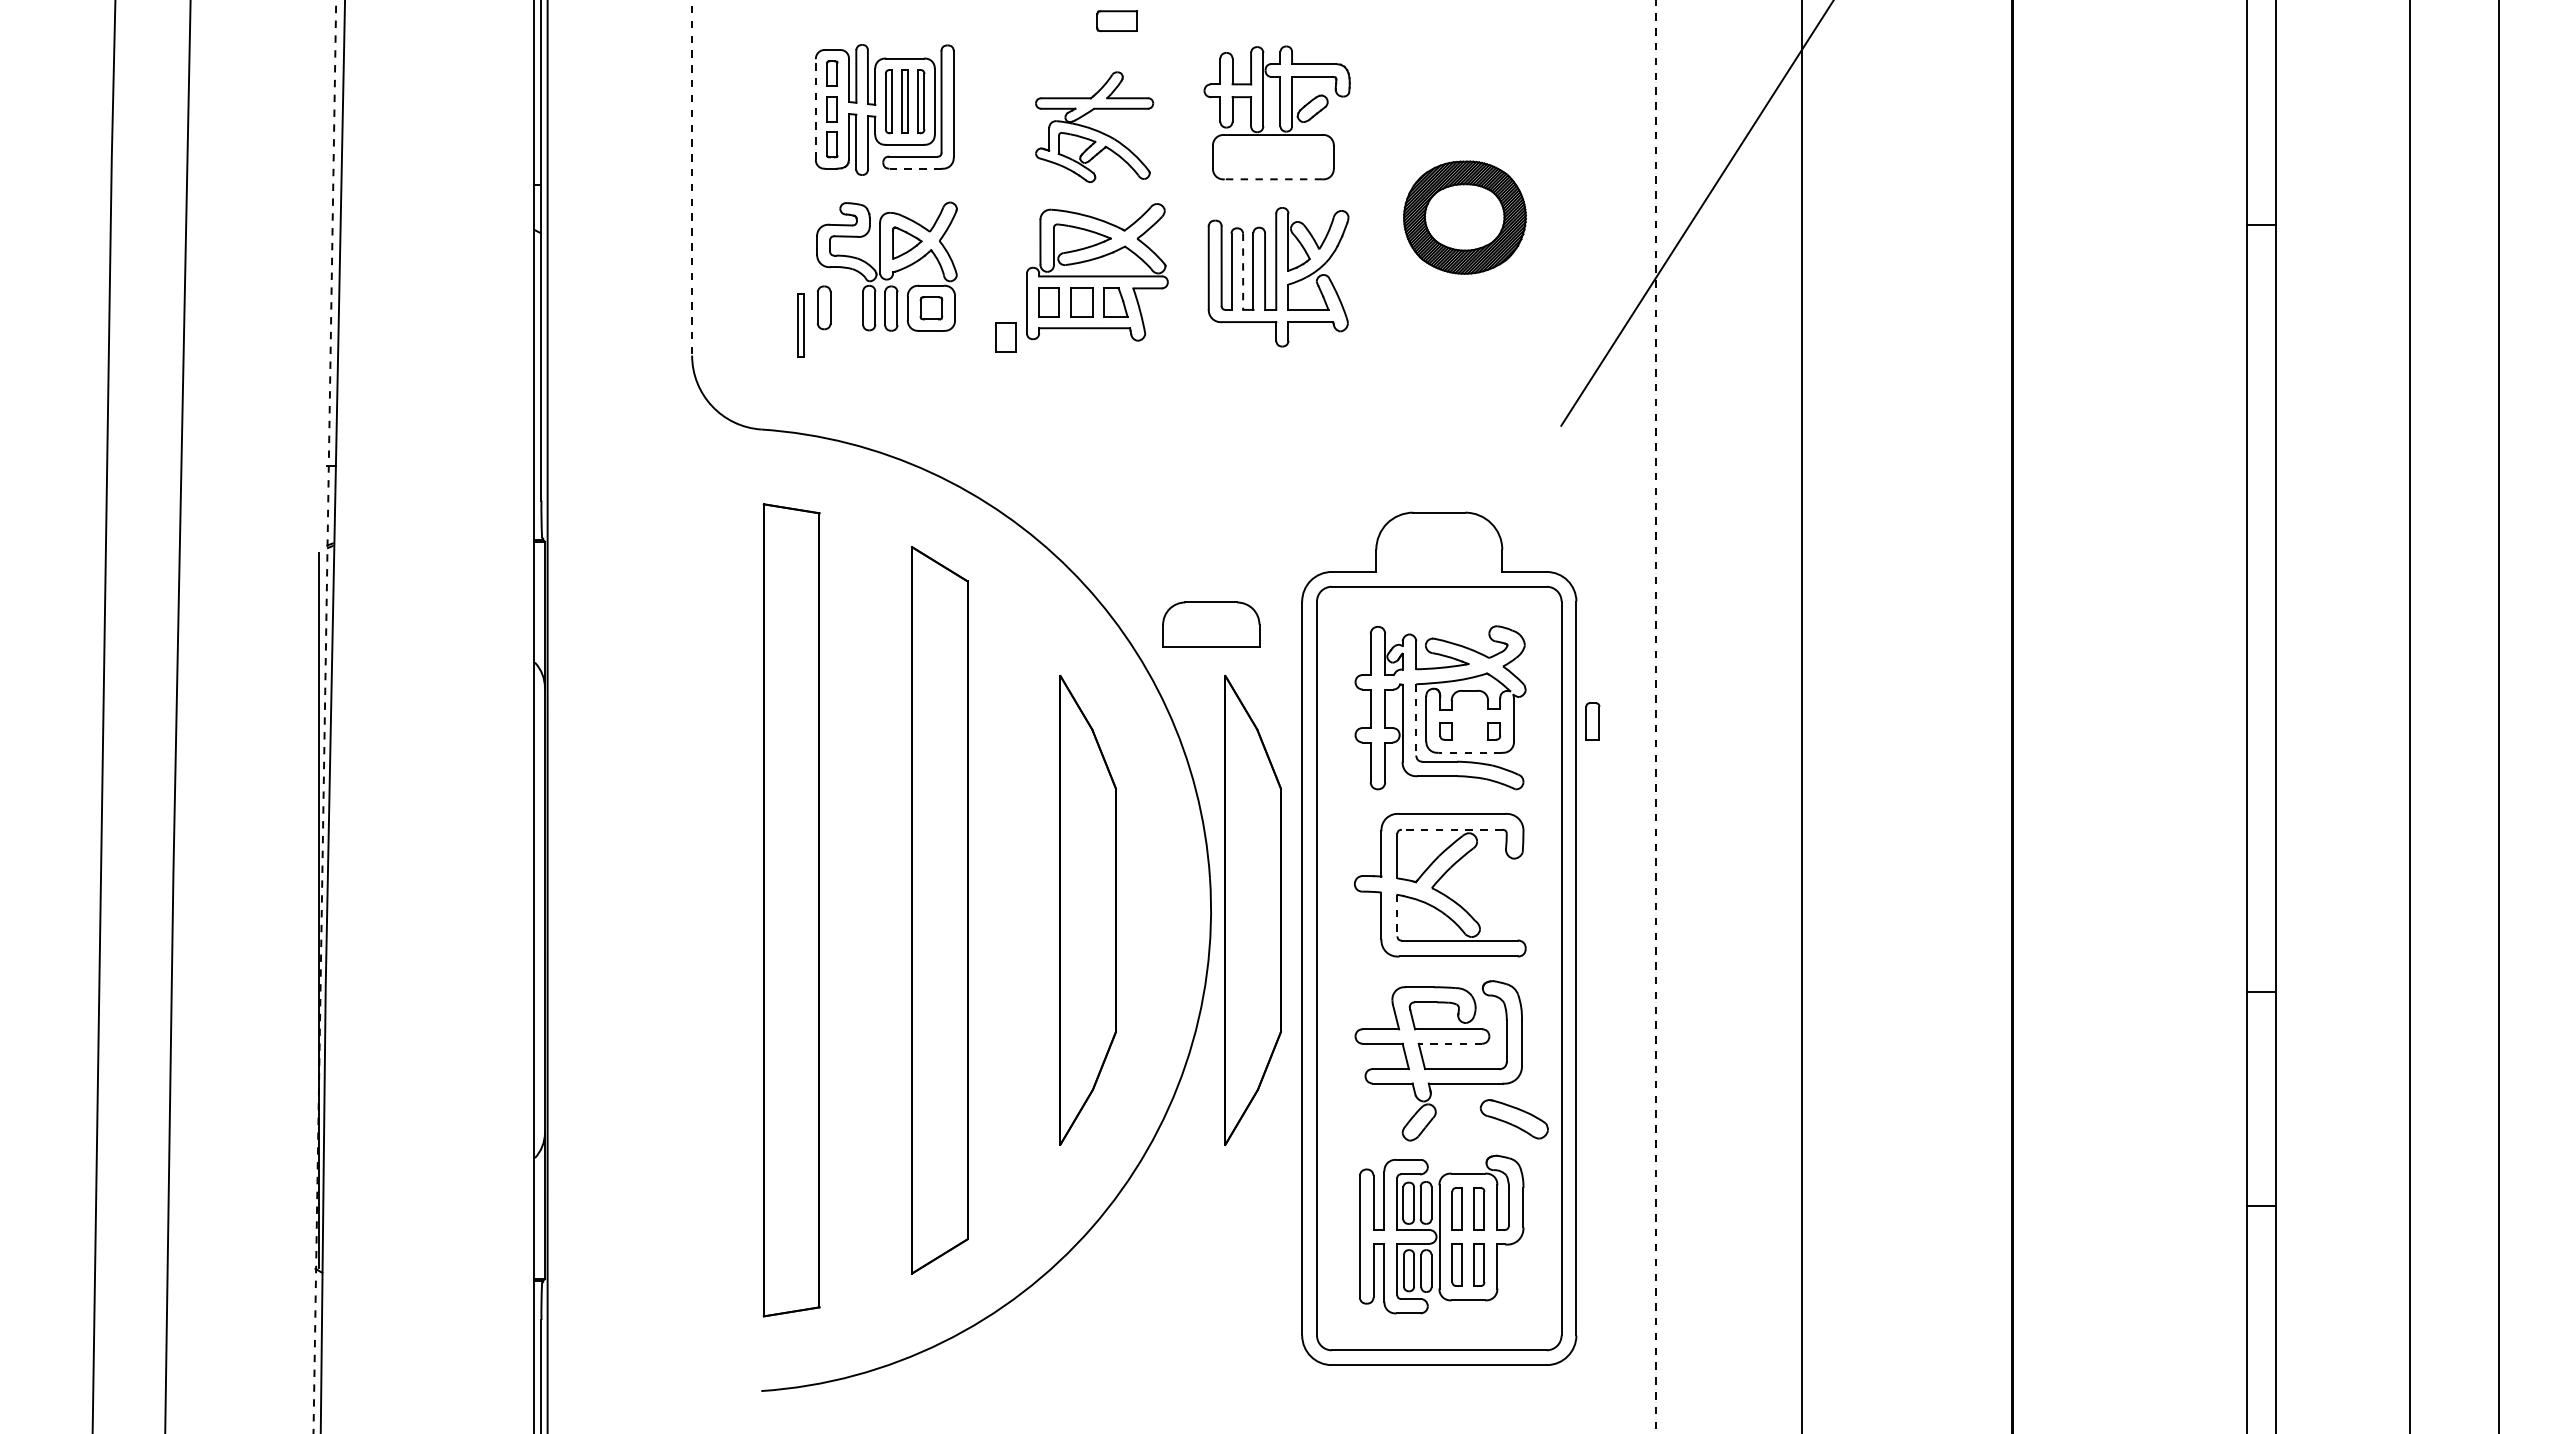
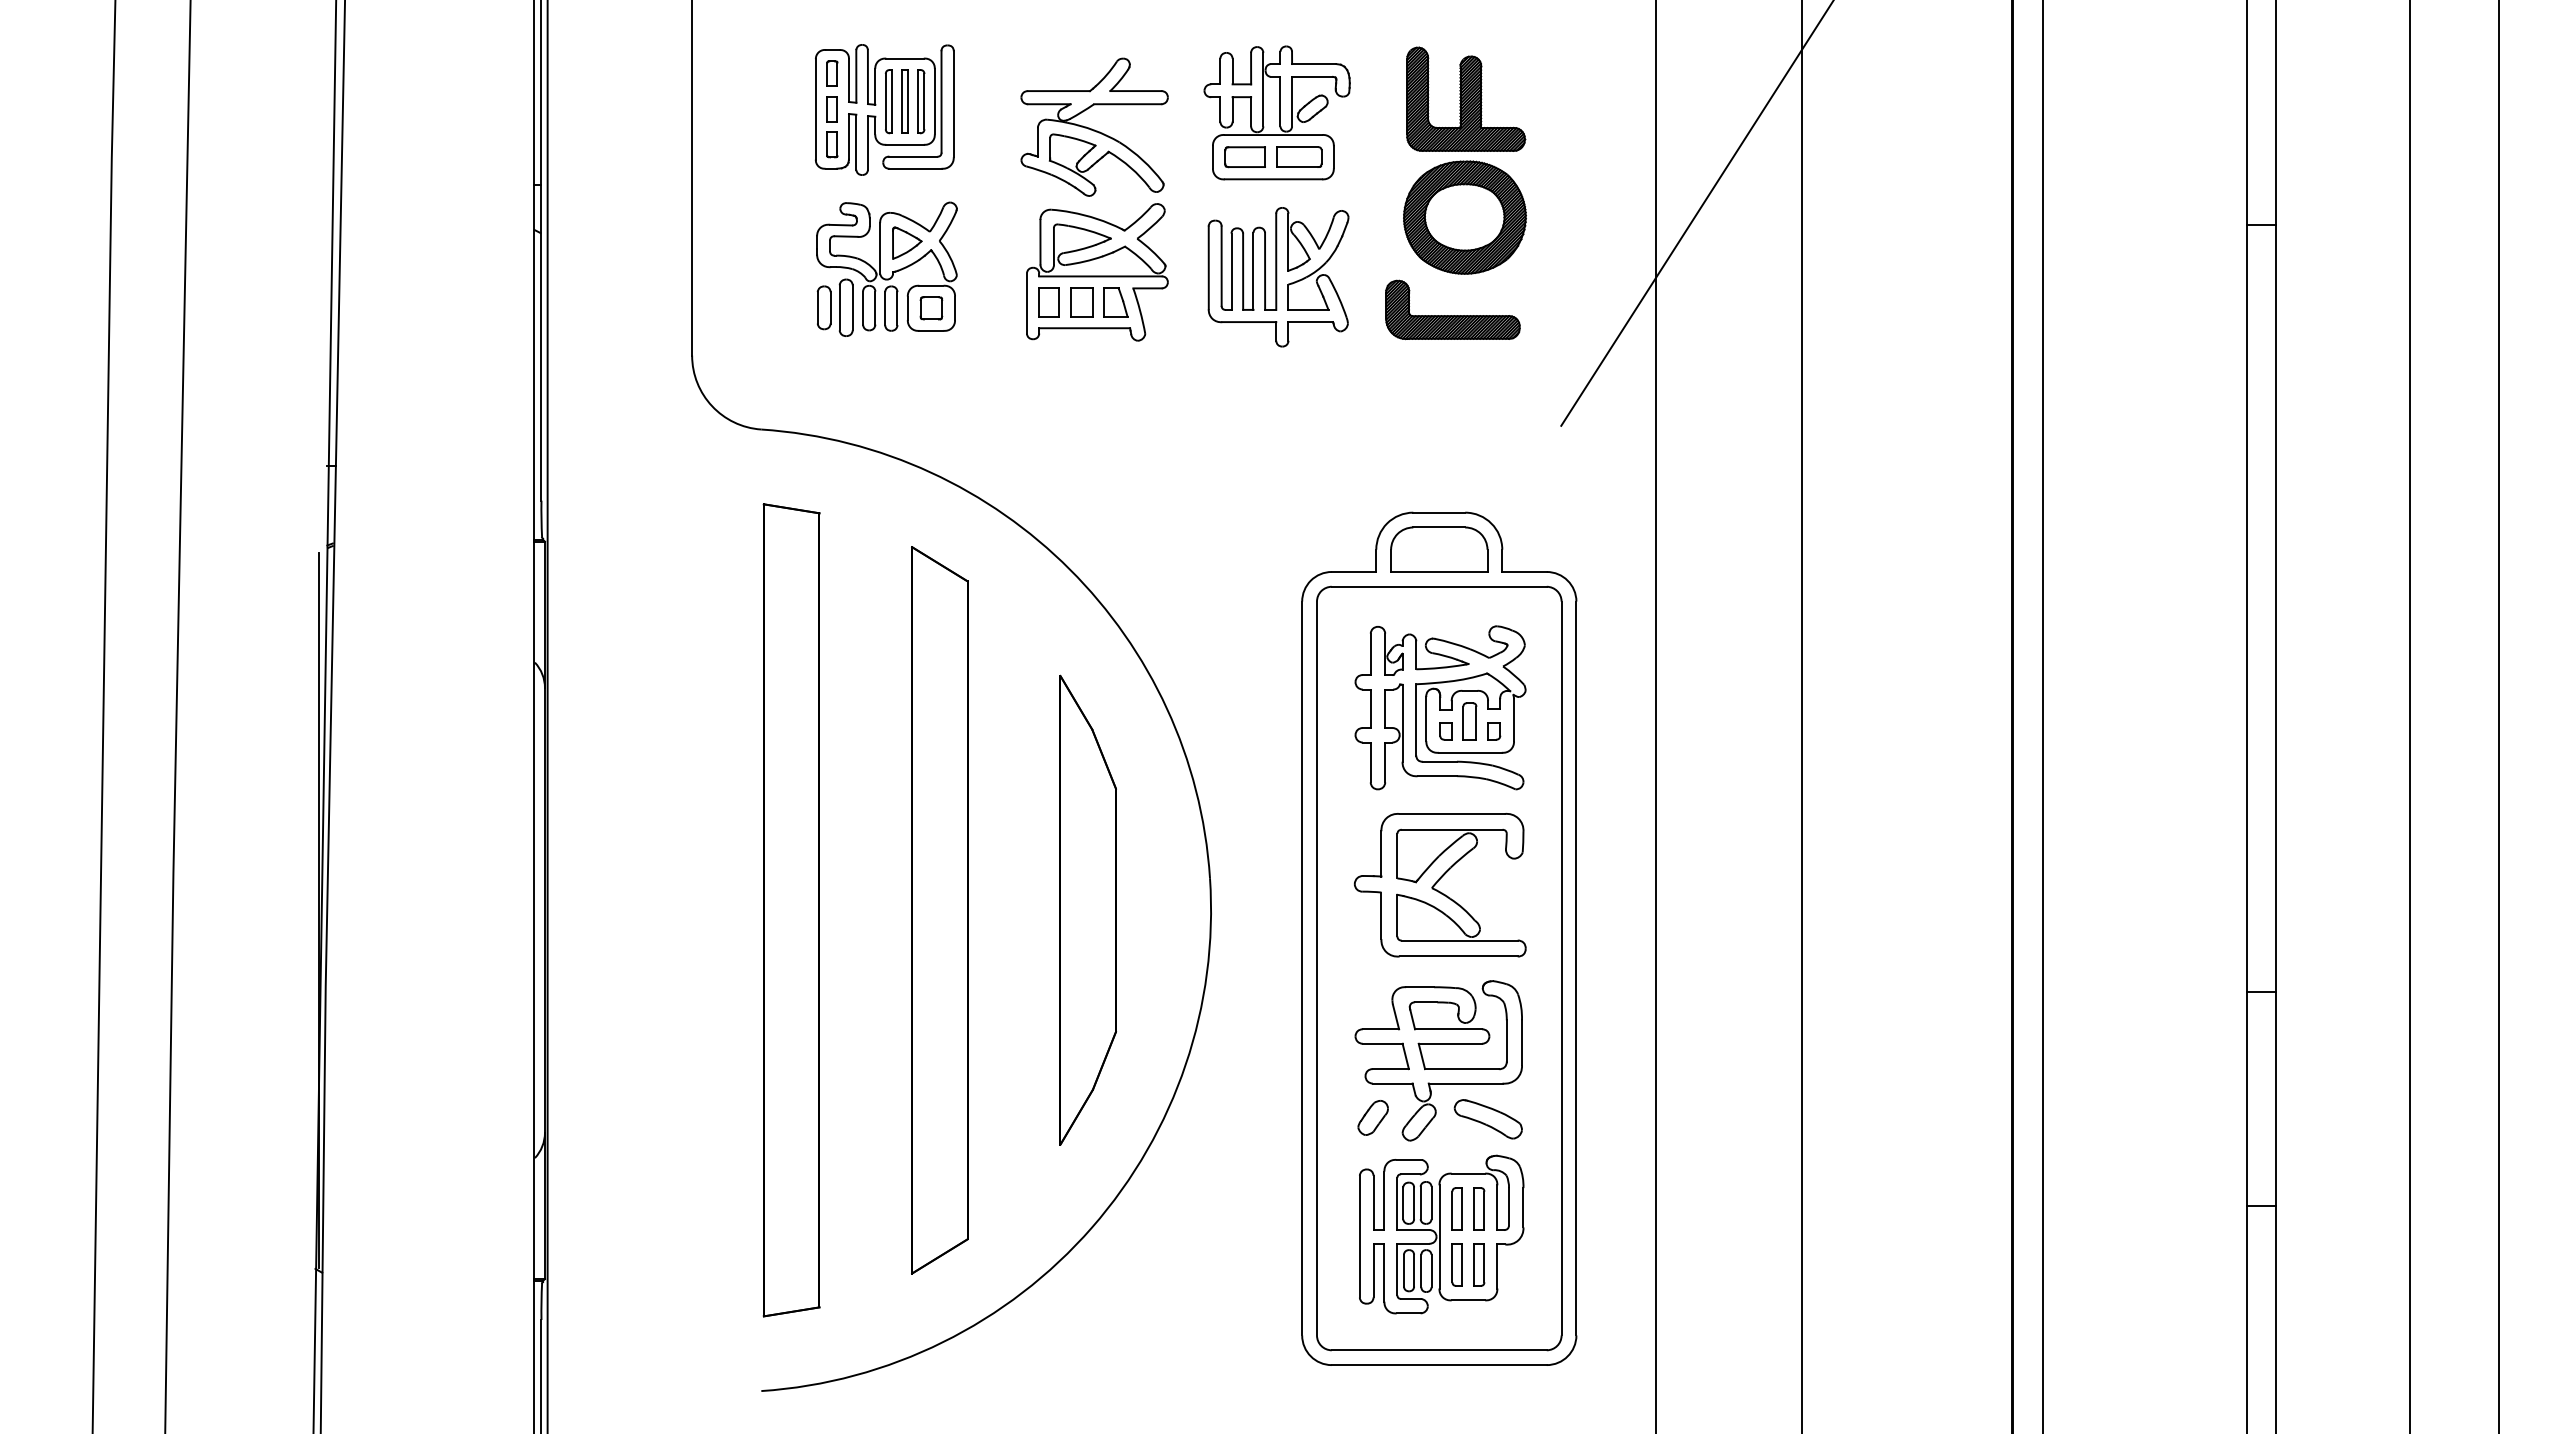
part at (1116, 21) position: (1116, 21) -> (1244, 157)
part at (1466, 98): none -> present
line at (815, 108): dashed -> solid
part at (1094, 127) size: 120x113 px -> 149x140 px
part at (1299, 156): none -> present
line at (915, 168): dashed -> solid
line at (692, 178): dashed -> solid
line at (1273, 179): dashed -> solid
line at (1243, 272): dashed -> solid
part at (845, 307): none -> present
part at (1452, 309): none -> present
part at (800, 325): present -> none
part at (1005, 337): present -> none
part at (1211, 624) position: (1211, 624) -> (1439, 549)
line at (1655, 716): dashed -> solid
line at (2042, 716): none -> present
line at (324, 717): dashed -> solid
line at (1416, 719): dashed -> solid
part at (1592, 721) position: (1592, 721) -> (1469, 721)
line at (1470, 752): dashed -> solid
line at (1451, 829): dashed -> solid
part at (1252, 909): present -> none
line at (1397, 915): dashed -> solid
line at (1450, 1043): dashed -> solid
part at (1372, 1117): none -> present
part at (1513, 1119) position: (1513, 1119) -> (1487, 1119)
